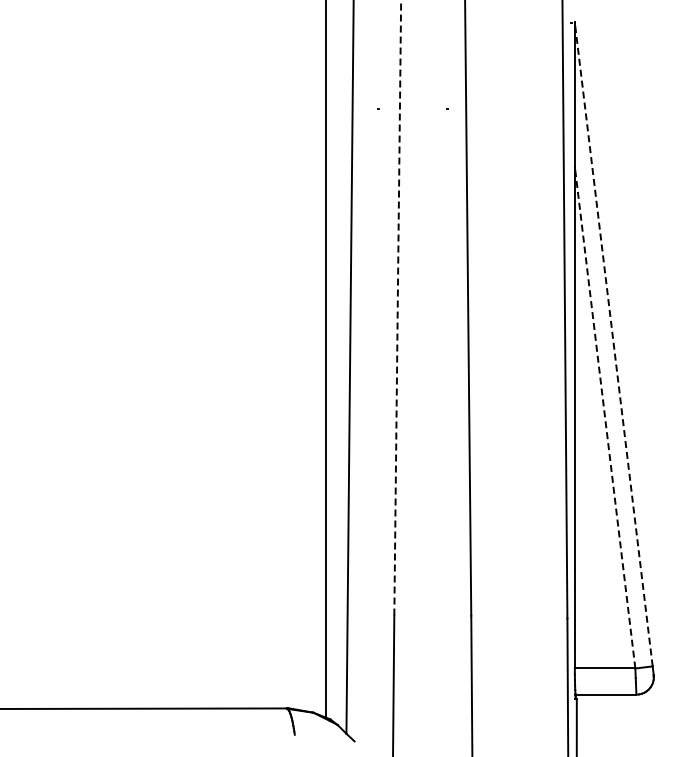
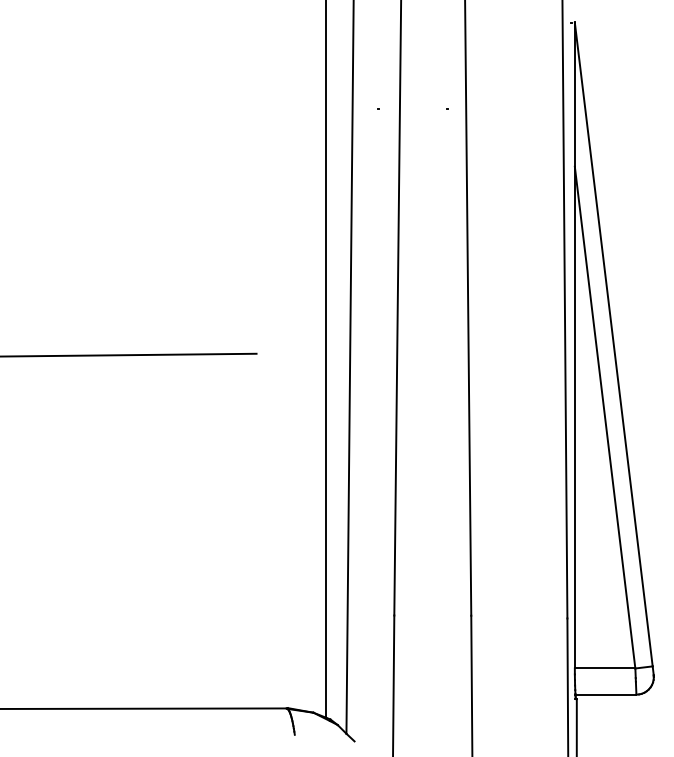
line at (397, 307): dashed -> solid
line at (613, 344): dashed -> solid
line at (129, 354): none -> present
line at (605, 417): dashed -> solid
